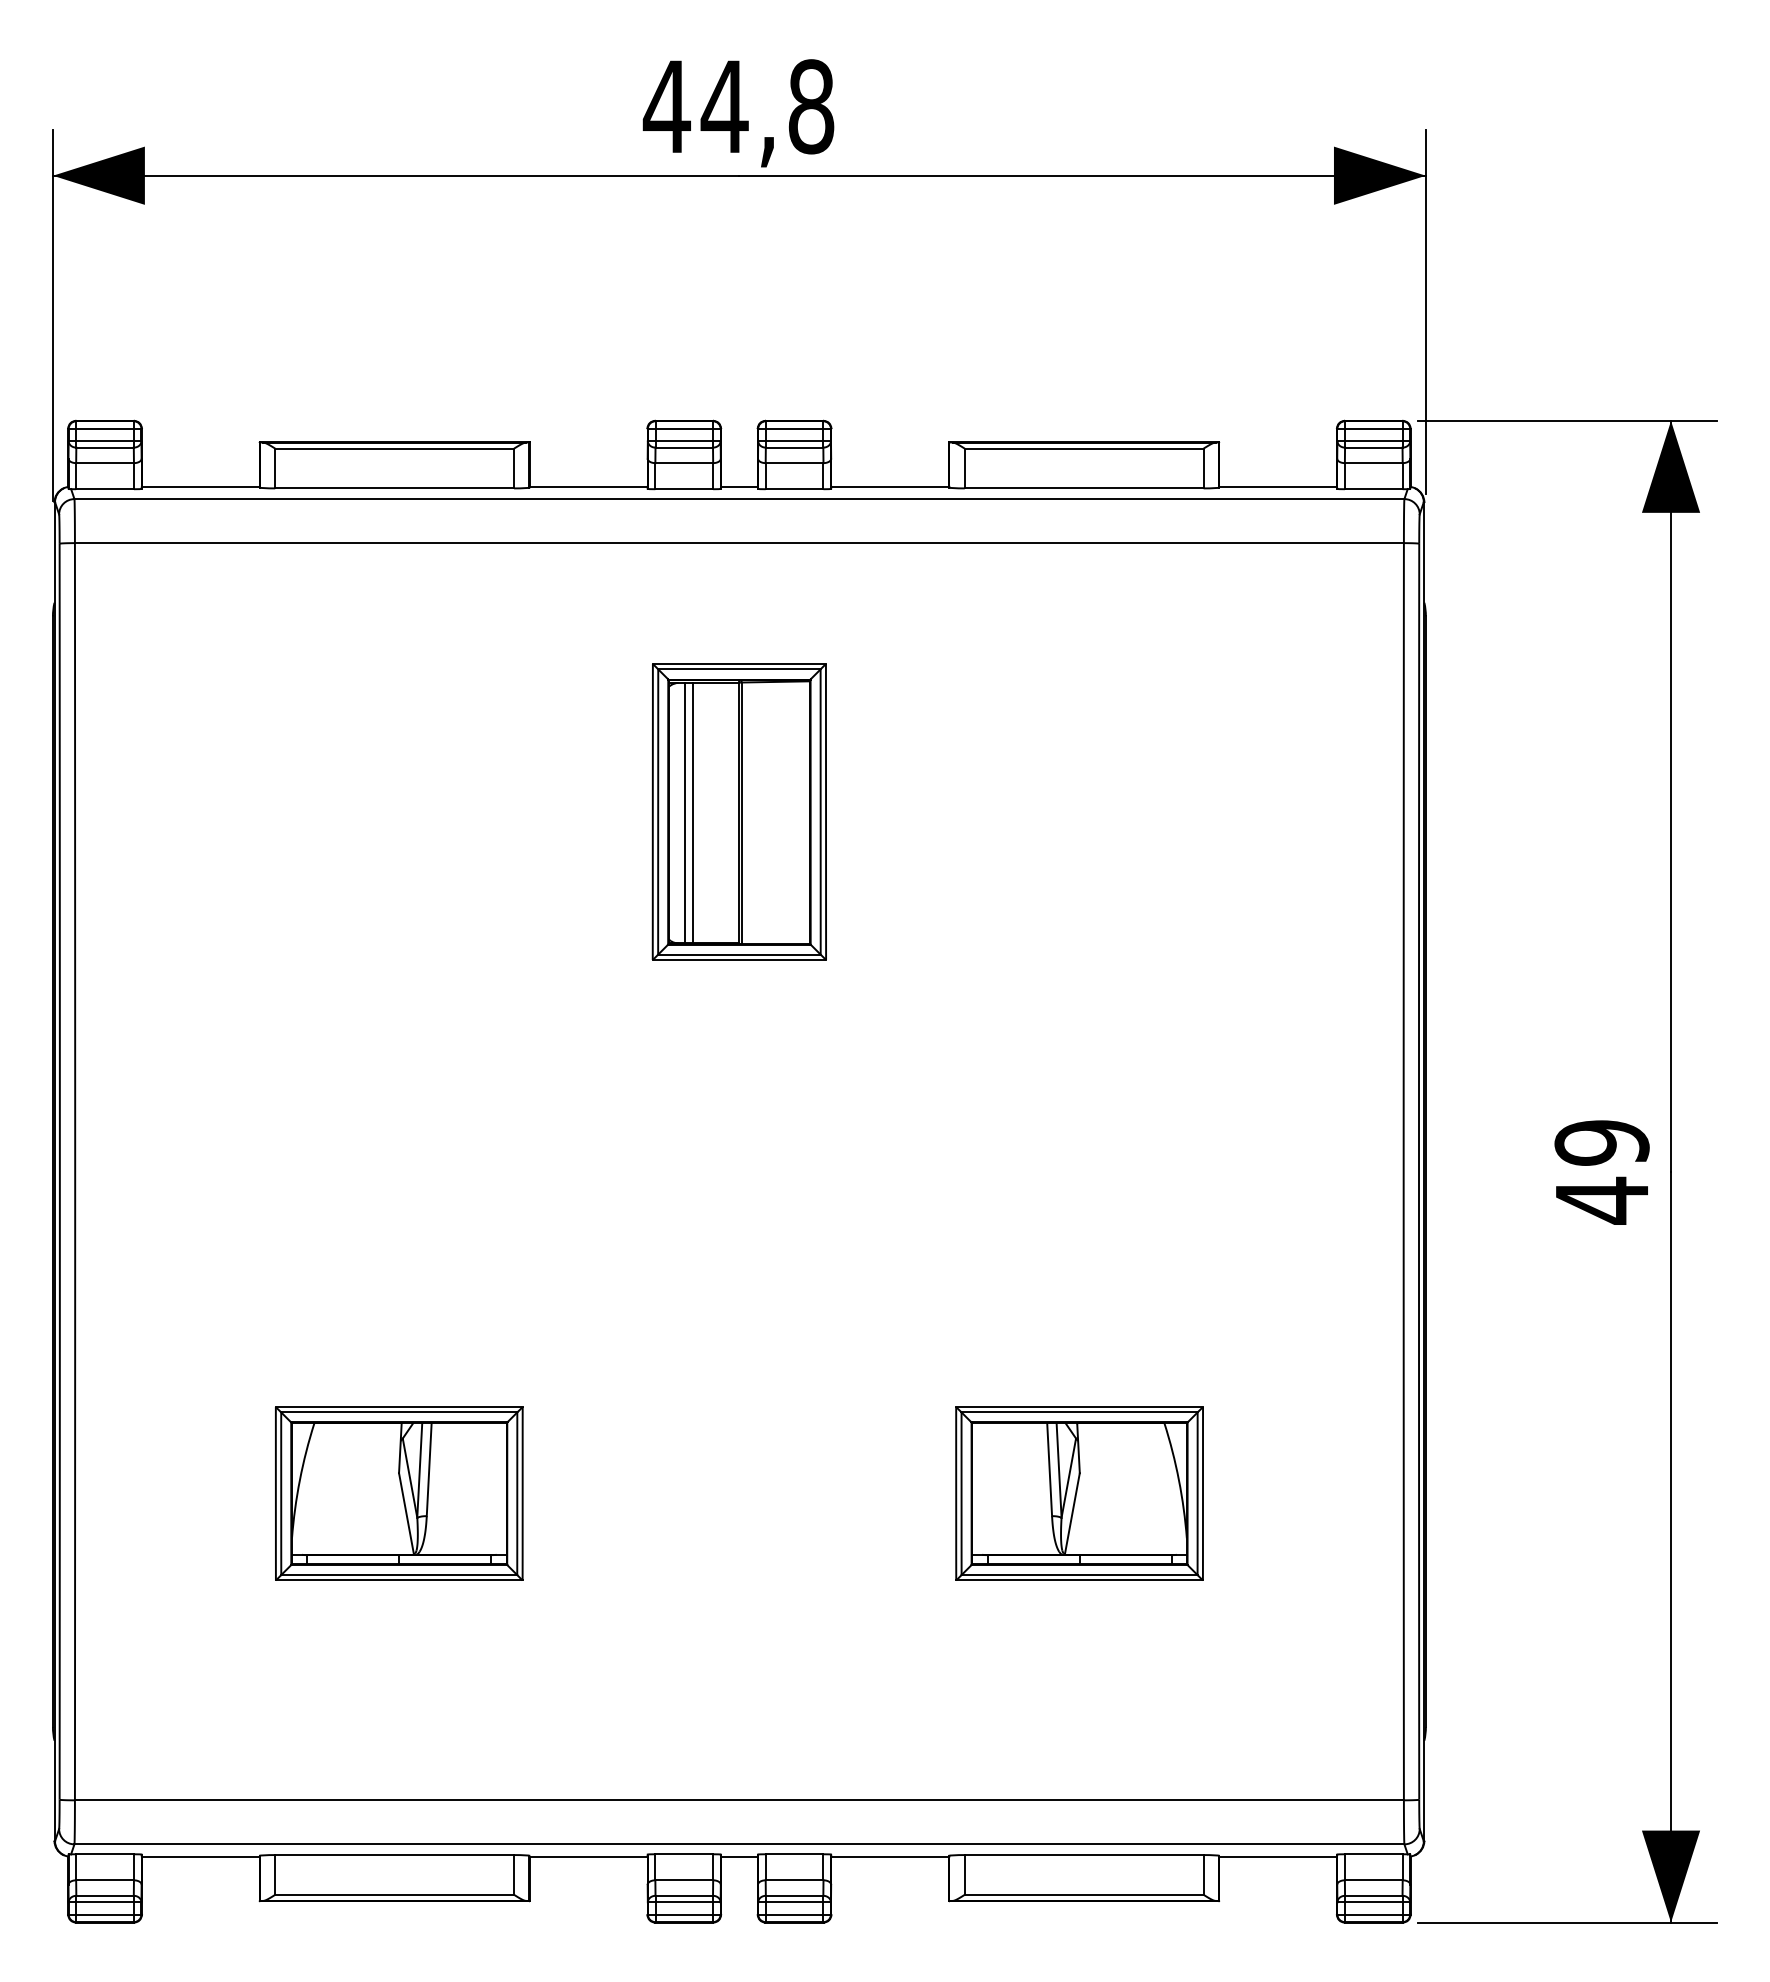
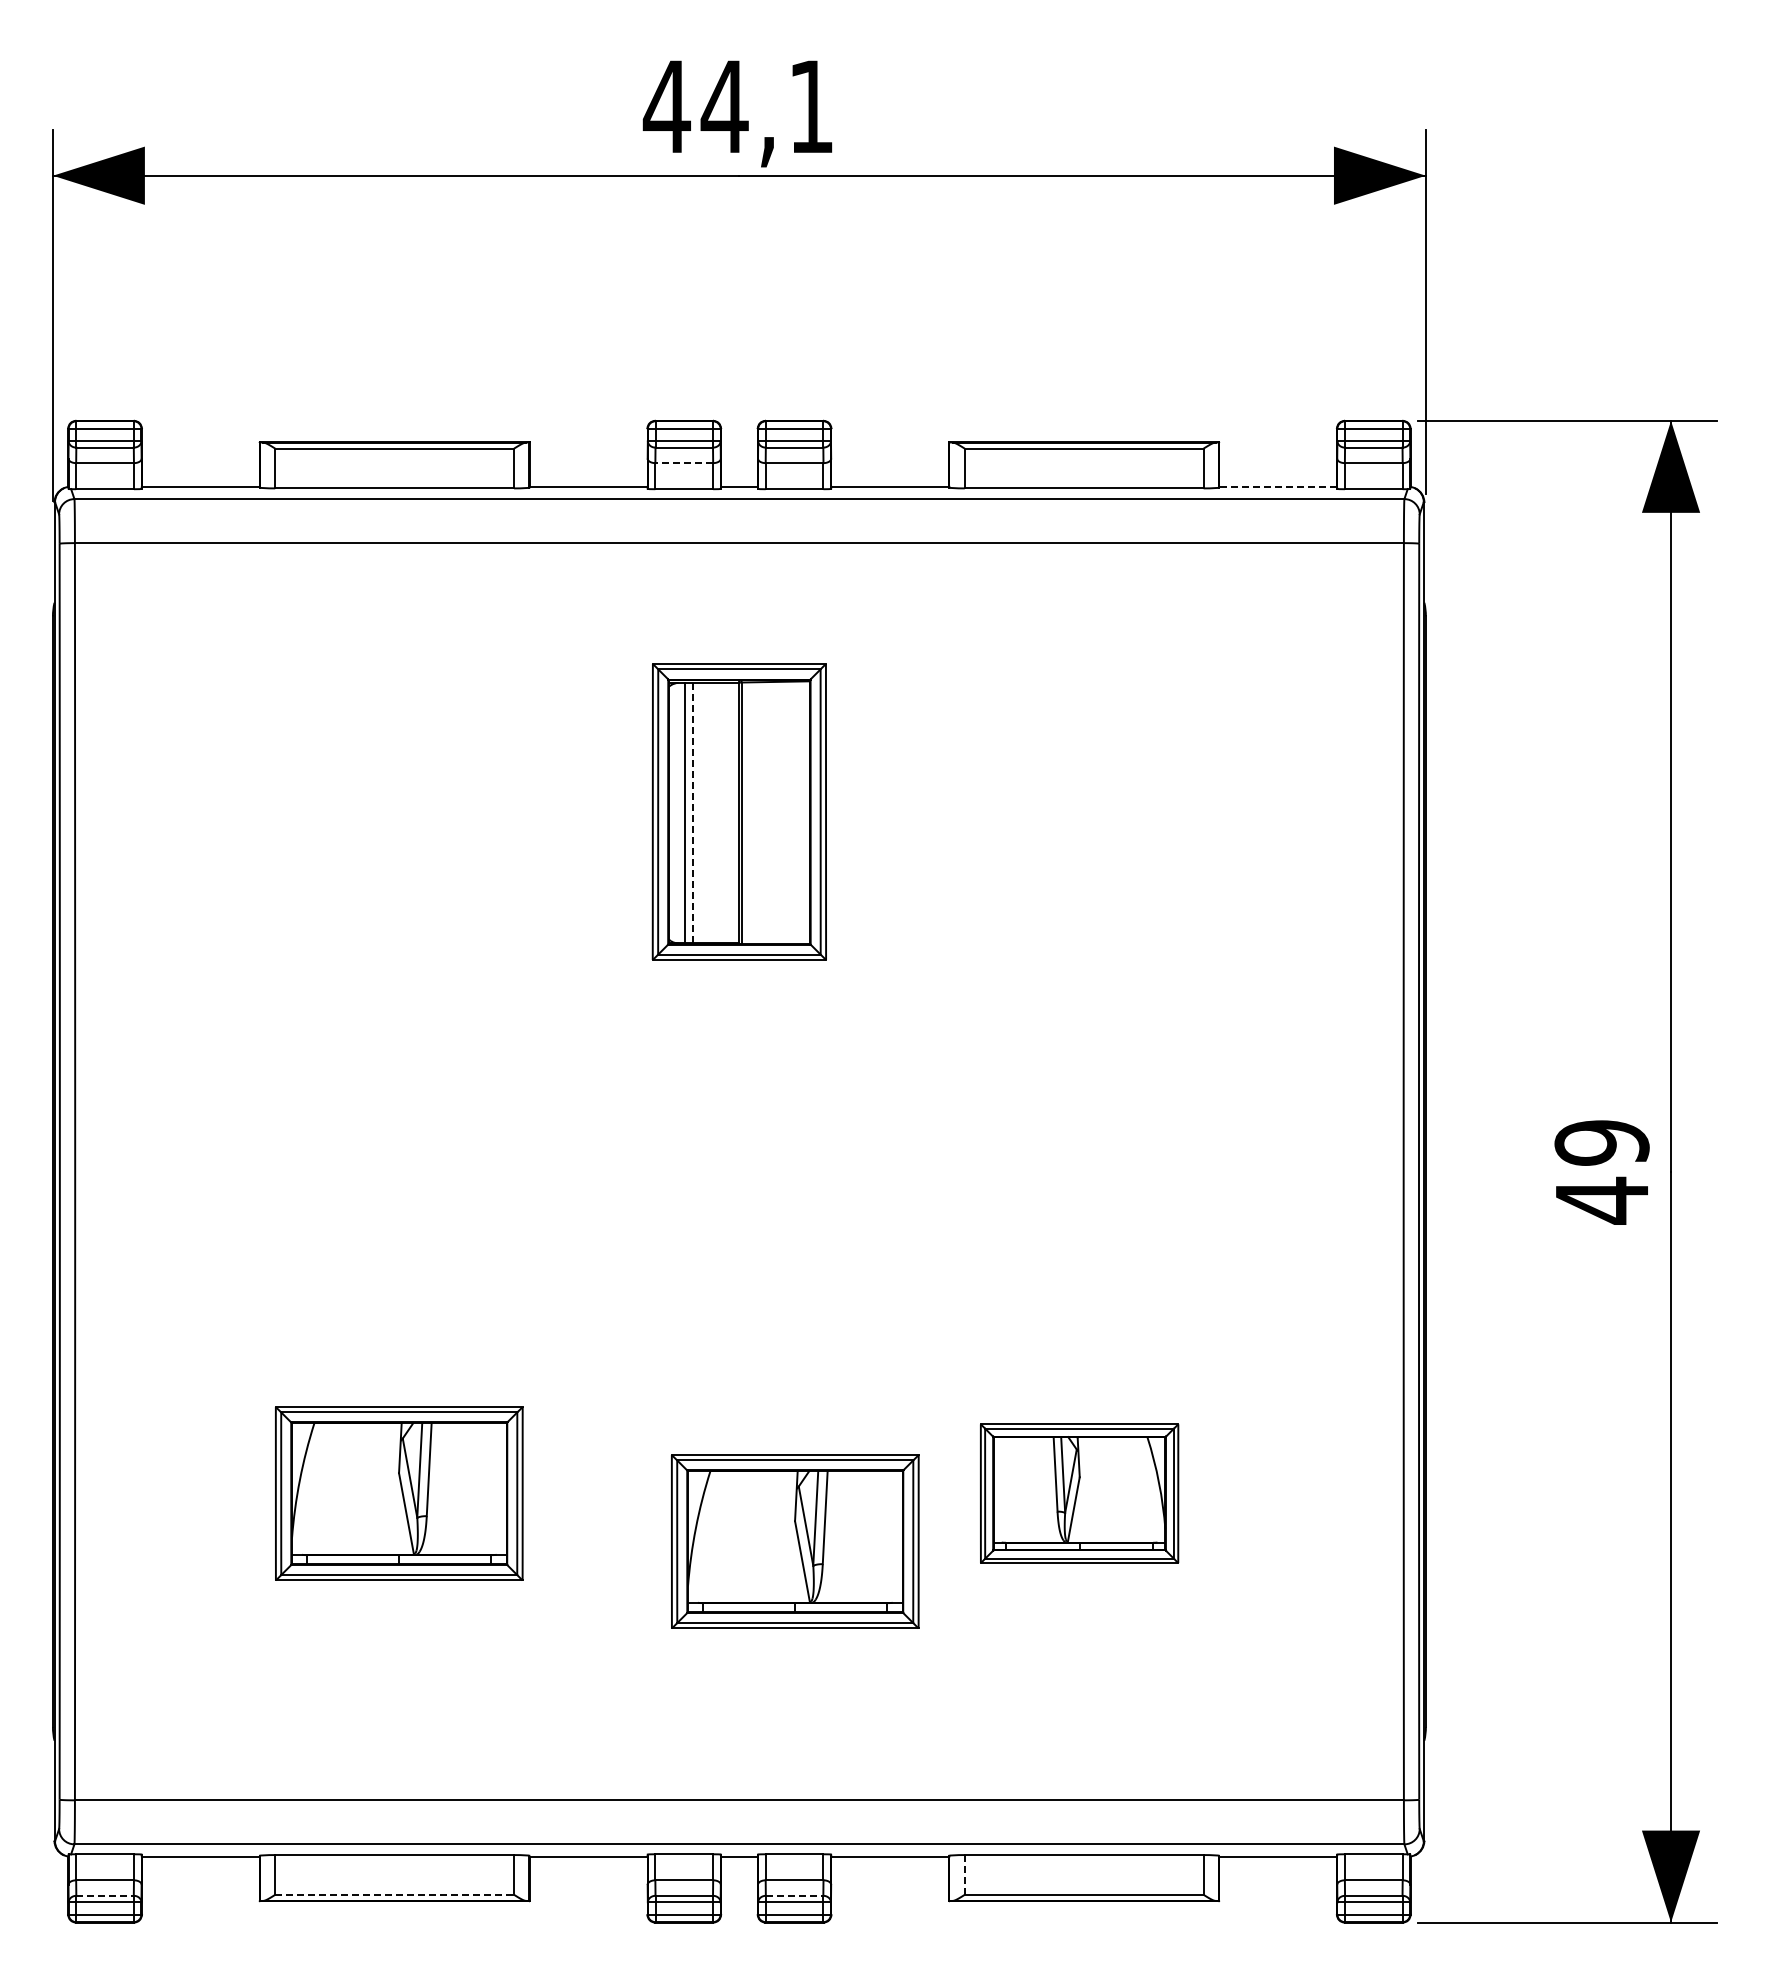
text at (811, 106): 44,8 -> 44,1
line at (684, 463): solid -> dashed
line at (1278, 486): solid -> dashed
line at (693, 813): solid -> dashed
part at (1079, 1493) size: 249x175 px -> 200x141 px
part at (795, 1541): none -> present
line at (964, 1874): solid -> dashed
line at (395, 1894): solid -> dashed
line at (105, 1895): solid -> dashed
line at (794, 1895): solid -> dashed
